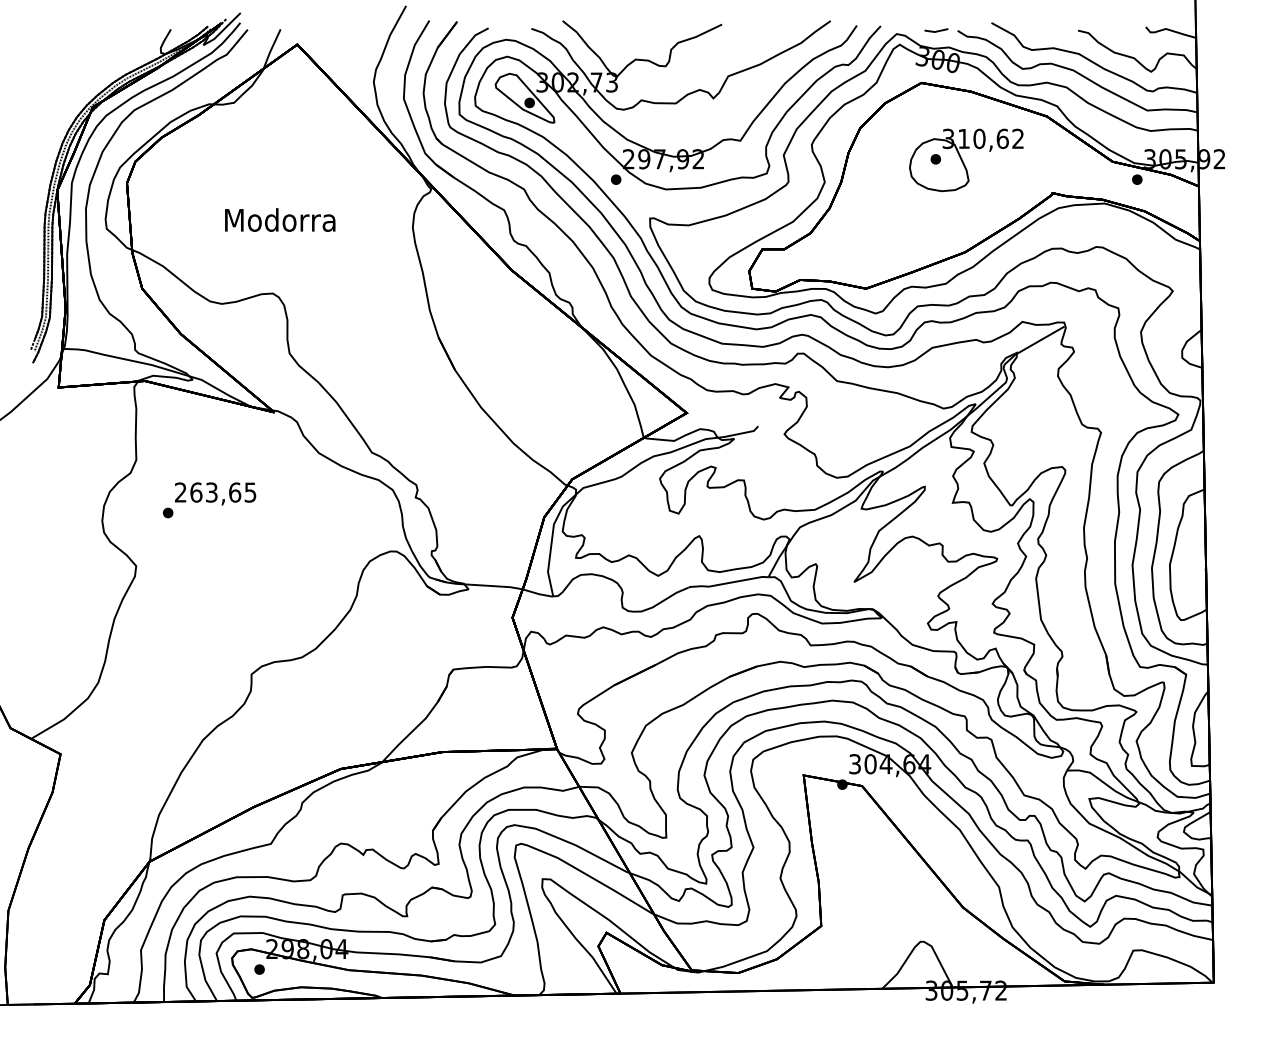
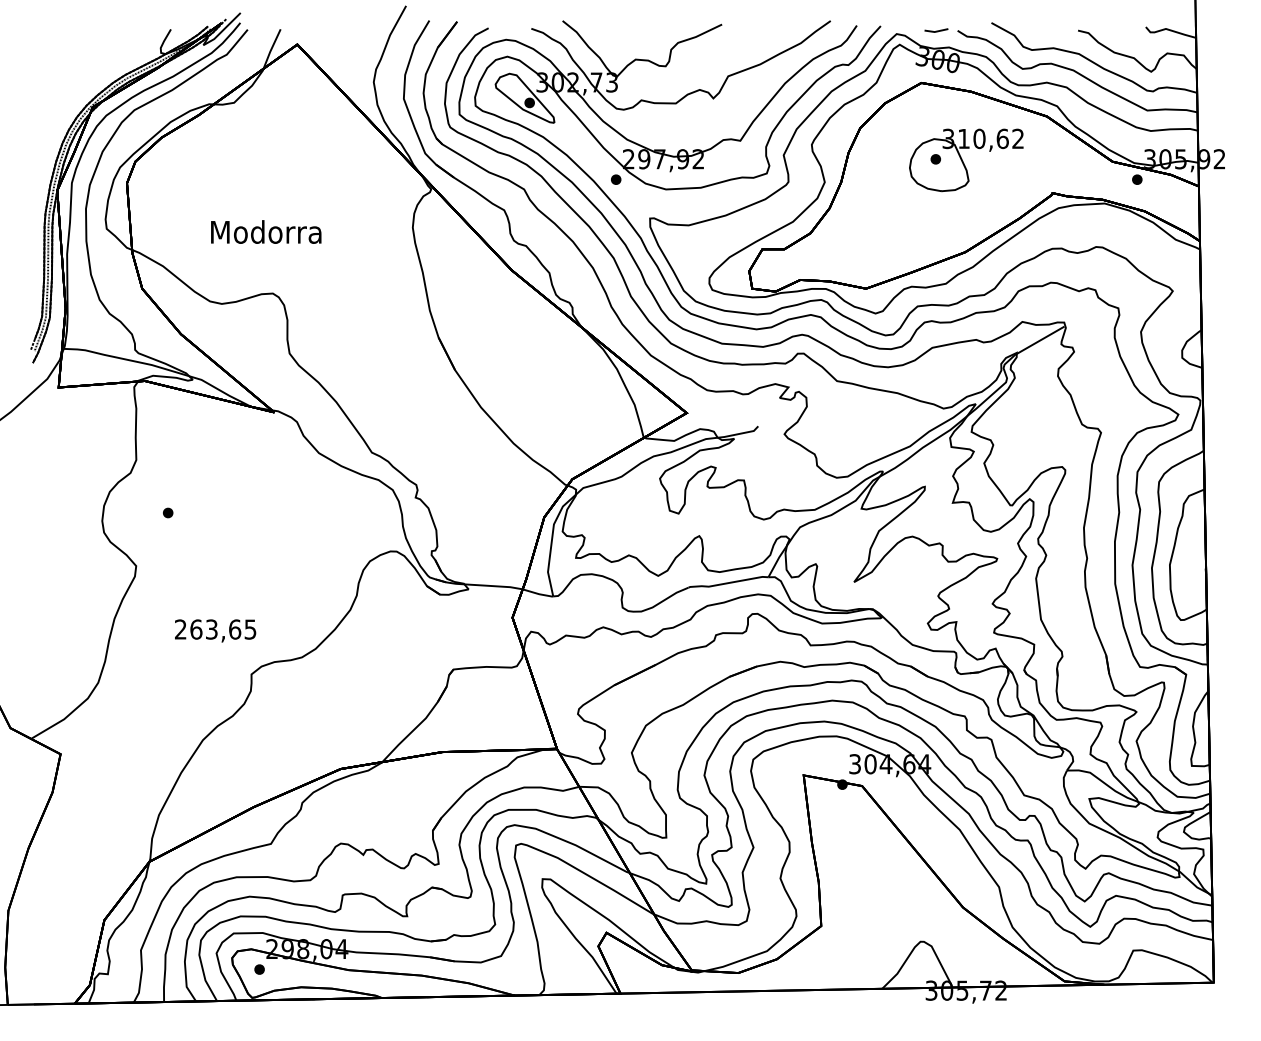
text at (280, 219) position: (280, 219) -> (266, 231)
text at (215, 493) position: (215, 493) -> (215, 630)
